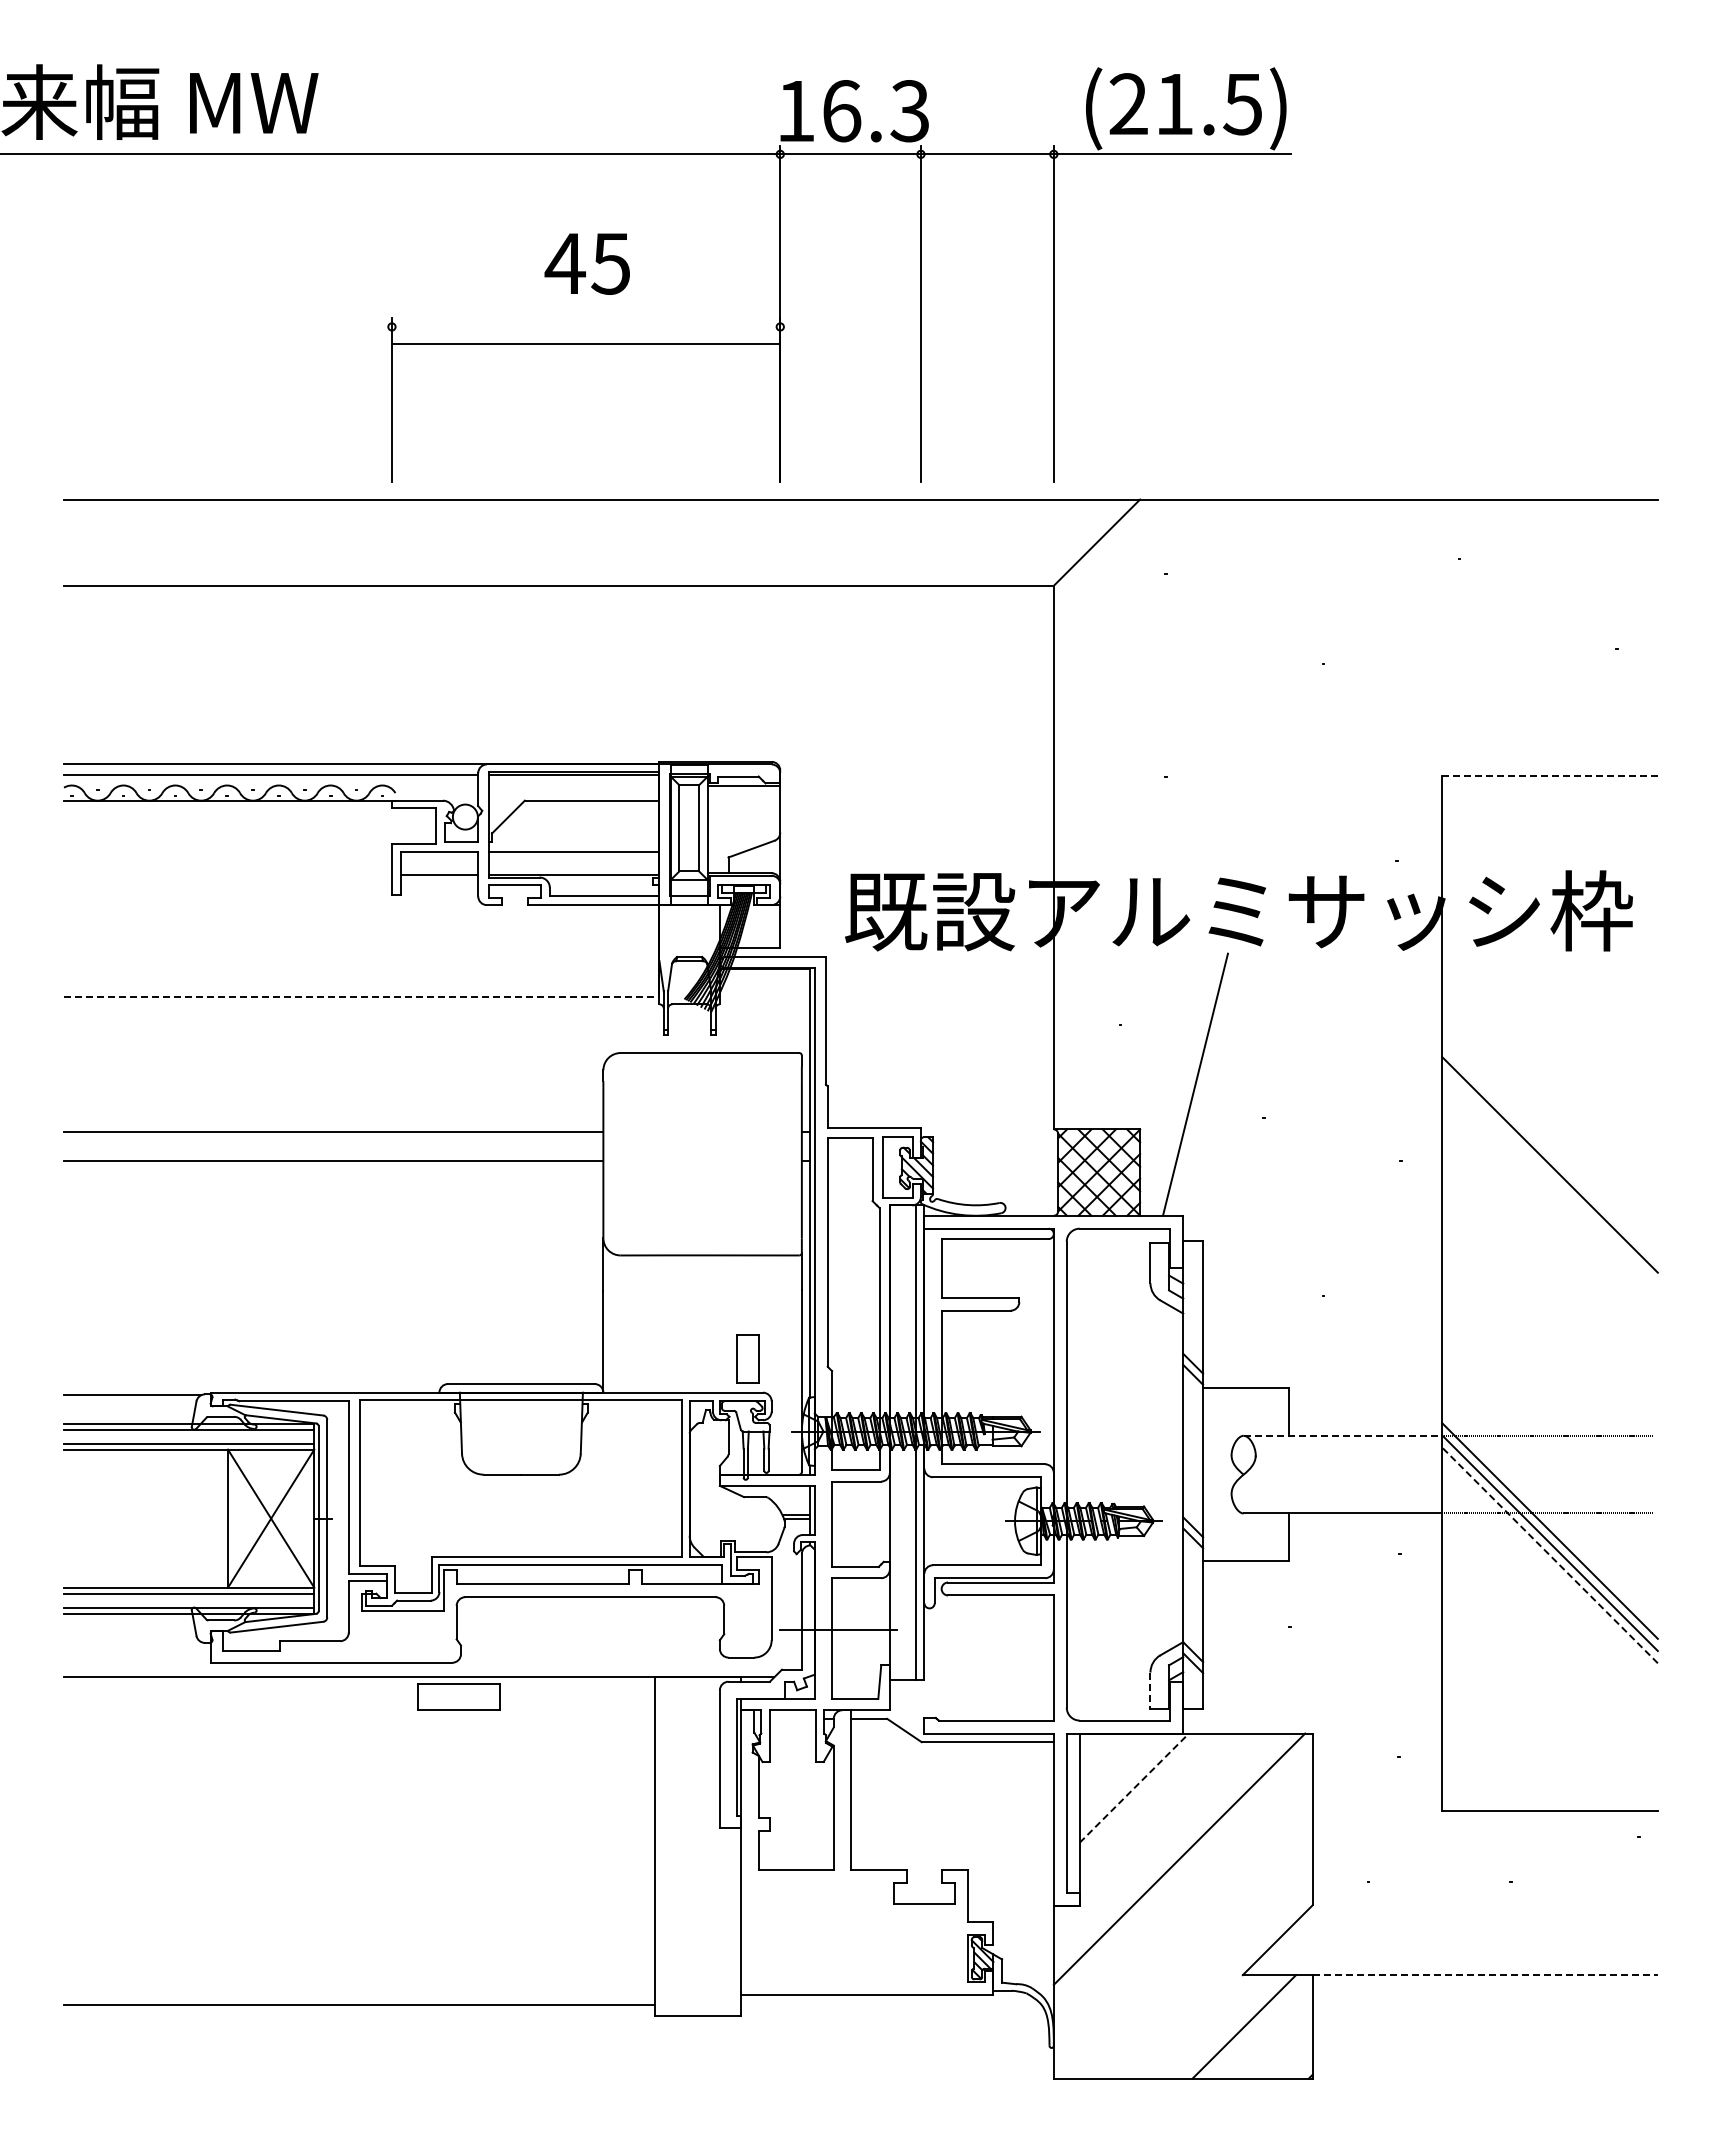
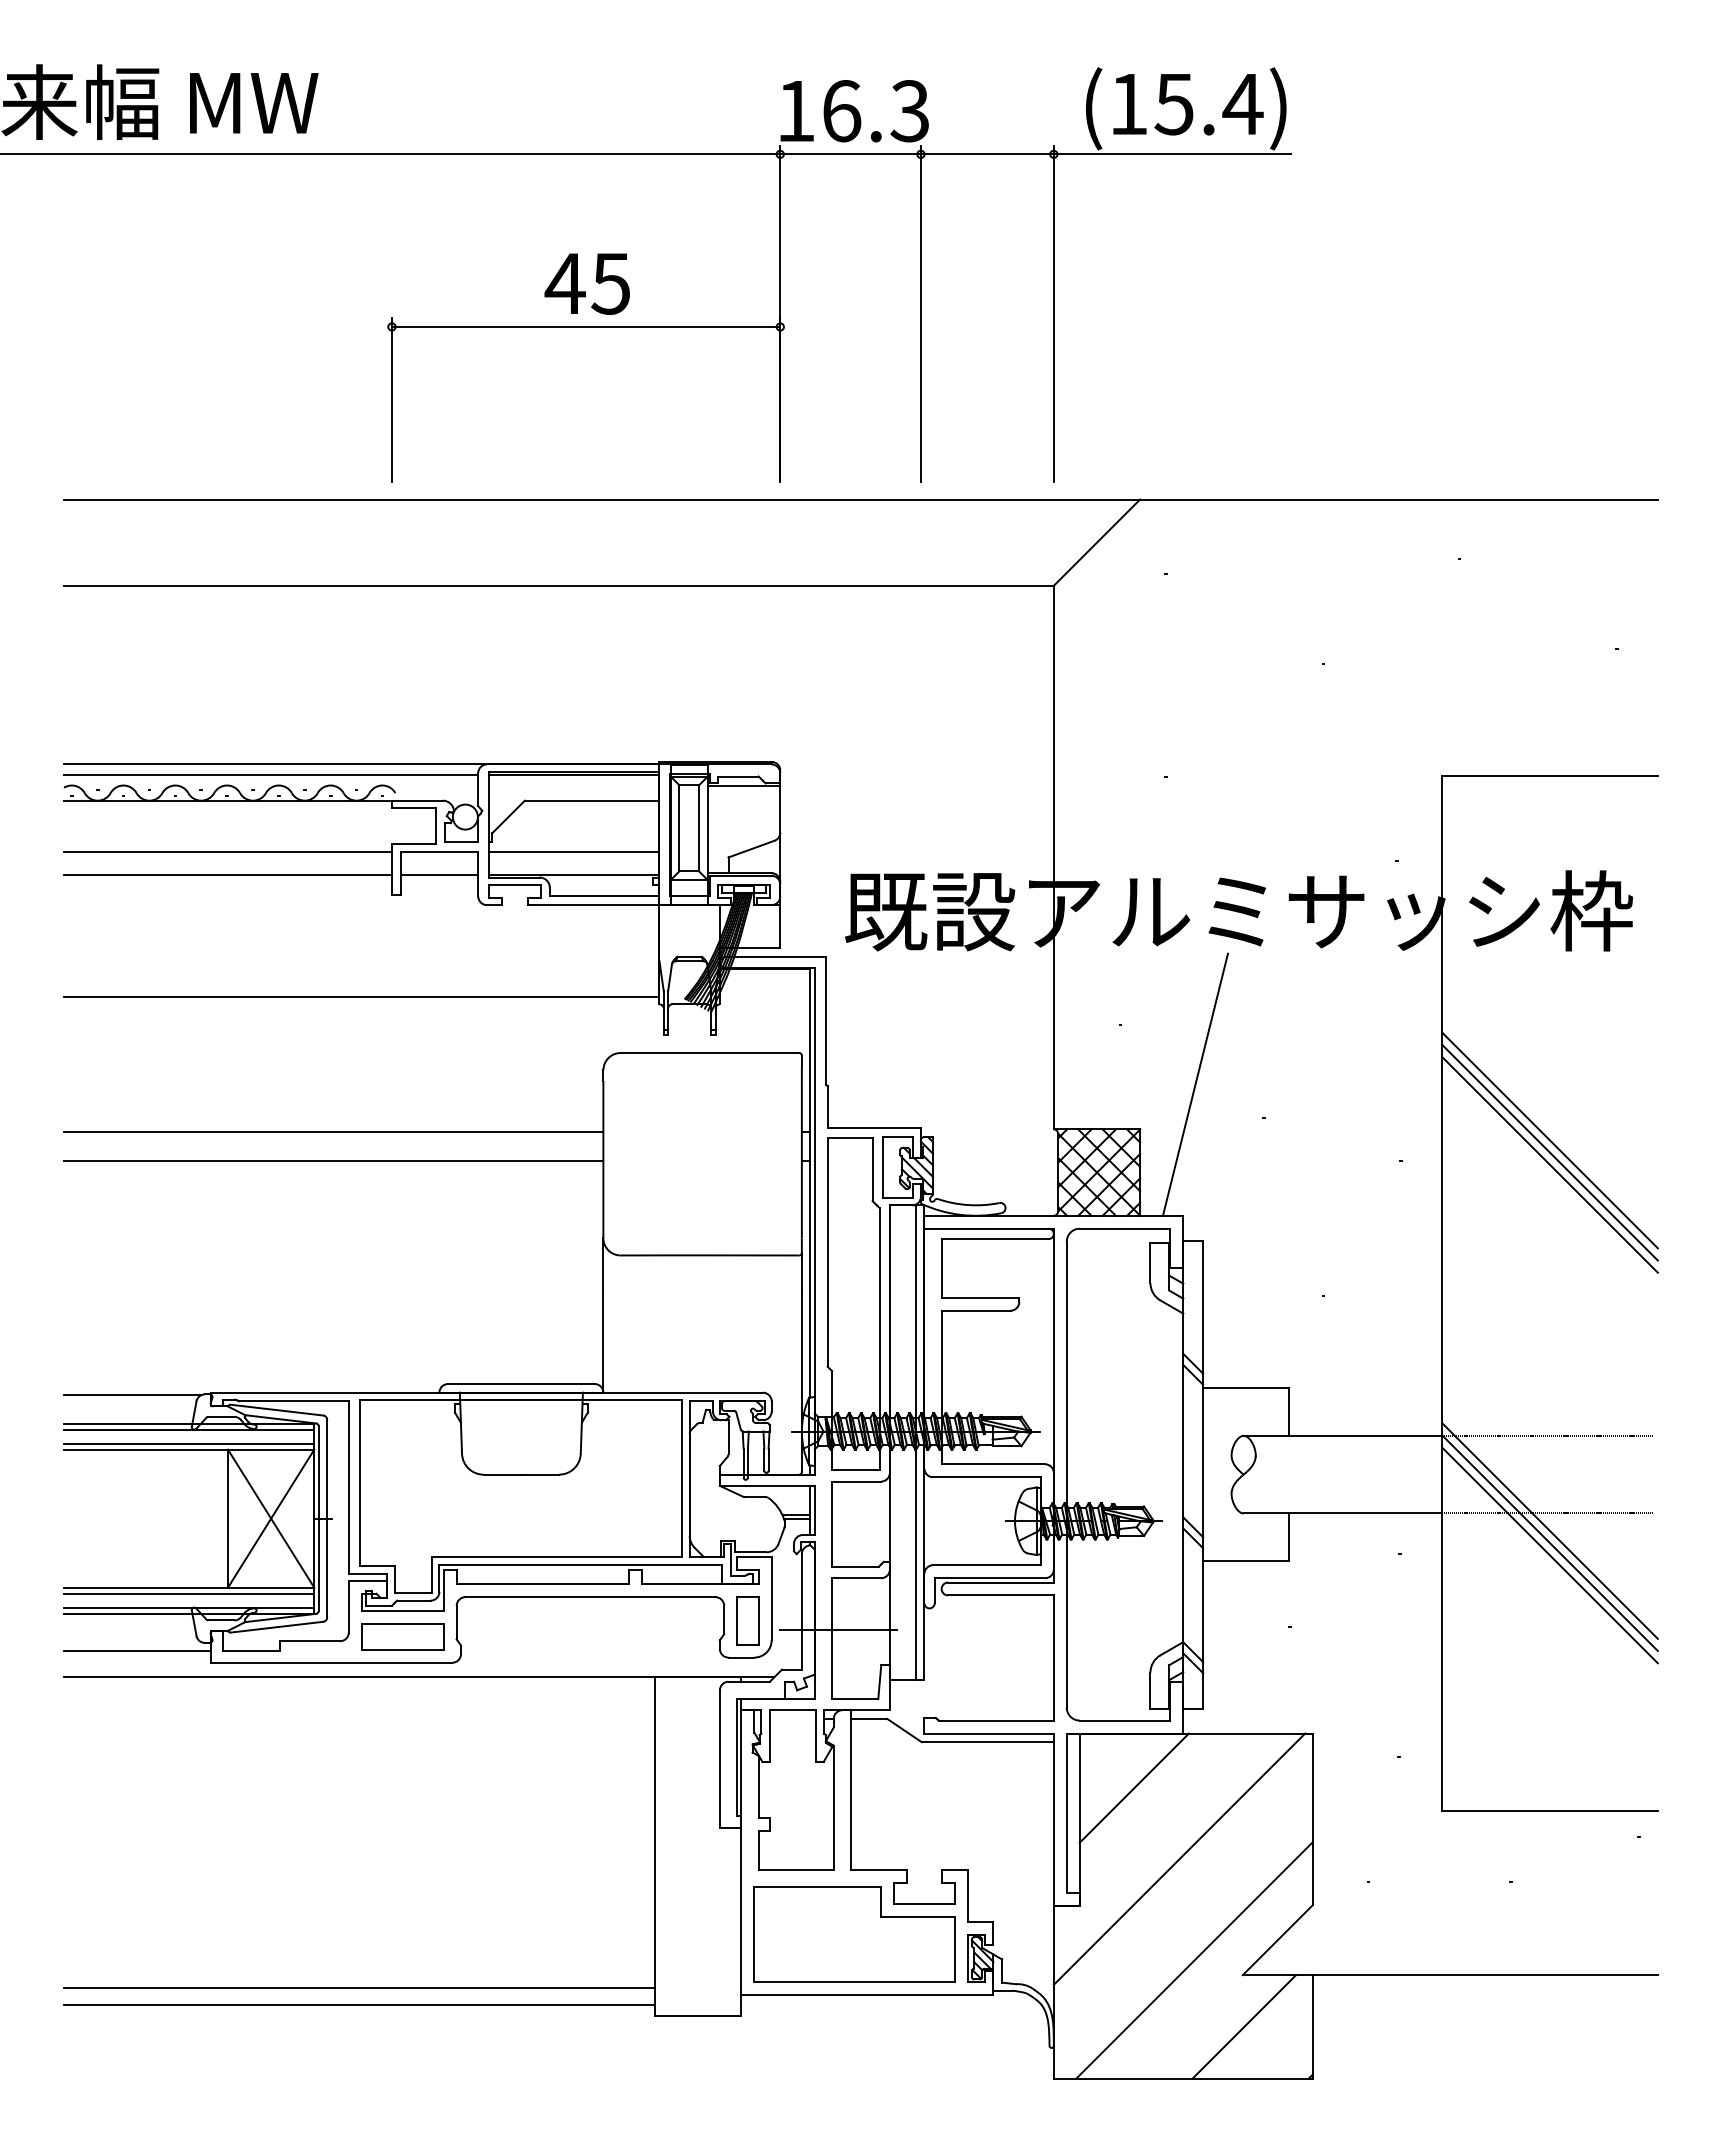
text at (1186, 104): (21.5) -> (15.4)
text at (586, 263) position: (586, 263) -> (586, 283)
line at (585, 343) position: (585, 343) -> (585, 326)
line at (1550, 775): dashed -> solid
line at (227, 851): none -> present
line at (227, 874): none -> present
line at (361, 997): dashed -> solid
line at (1549, 1140): none -> present
line at (1549, 1152): none -> present
part at (747, 1358) position: (747, 1358) -> (747, 1620)
line at (1343, 1435): dashed -> solid
line at (1550, 1555): dashed -> solid
line at (137, 1650): none -> present
line at (1150, 1691): dashed -> solid
part at (458, 1696) position: (458, 1696) -> (402, 1636)
line at (1134, 1787): dashed -> solid
part at (854, 1934): none -> present
line at (1194, 1960): none -> present
line at (1485, 1975): dashed -> solid
line at (359, 1988): none -> present
